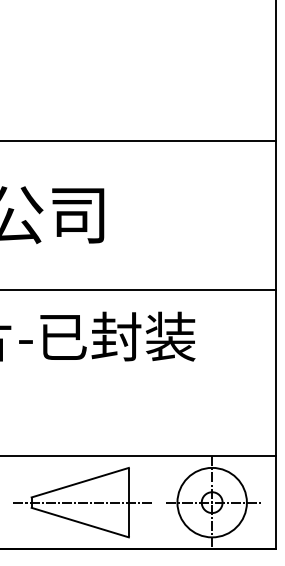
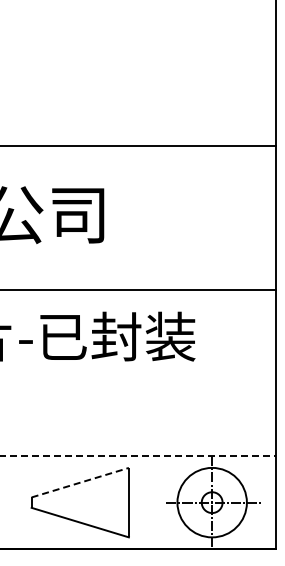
line at (139, 141) position: (139, 141) -> (139, 146)
line at (138, 456): solid -> dashed
line at (80, 482): solid -> dashed
line at (82, 502): present -> none
